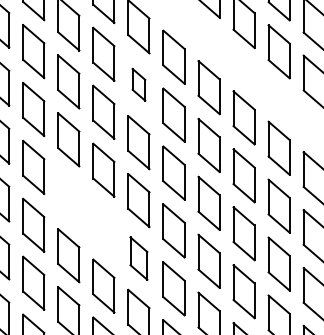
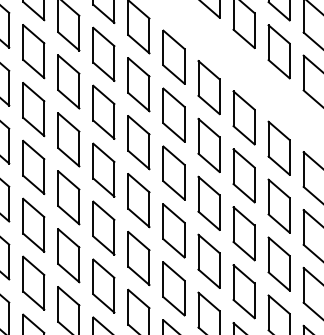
part at (138, 84) size: 16x35 px -> 24x56 px
part at (68, 197): none -> present
part at (103, 227): none -> present
part at (138, 258) size: 20x45 px -> 24x56 px
